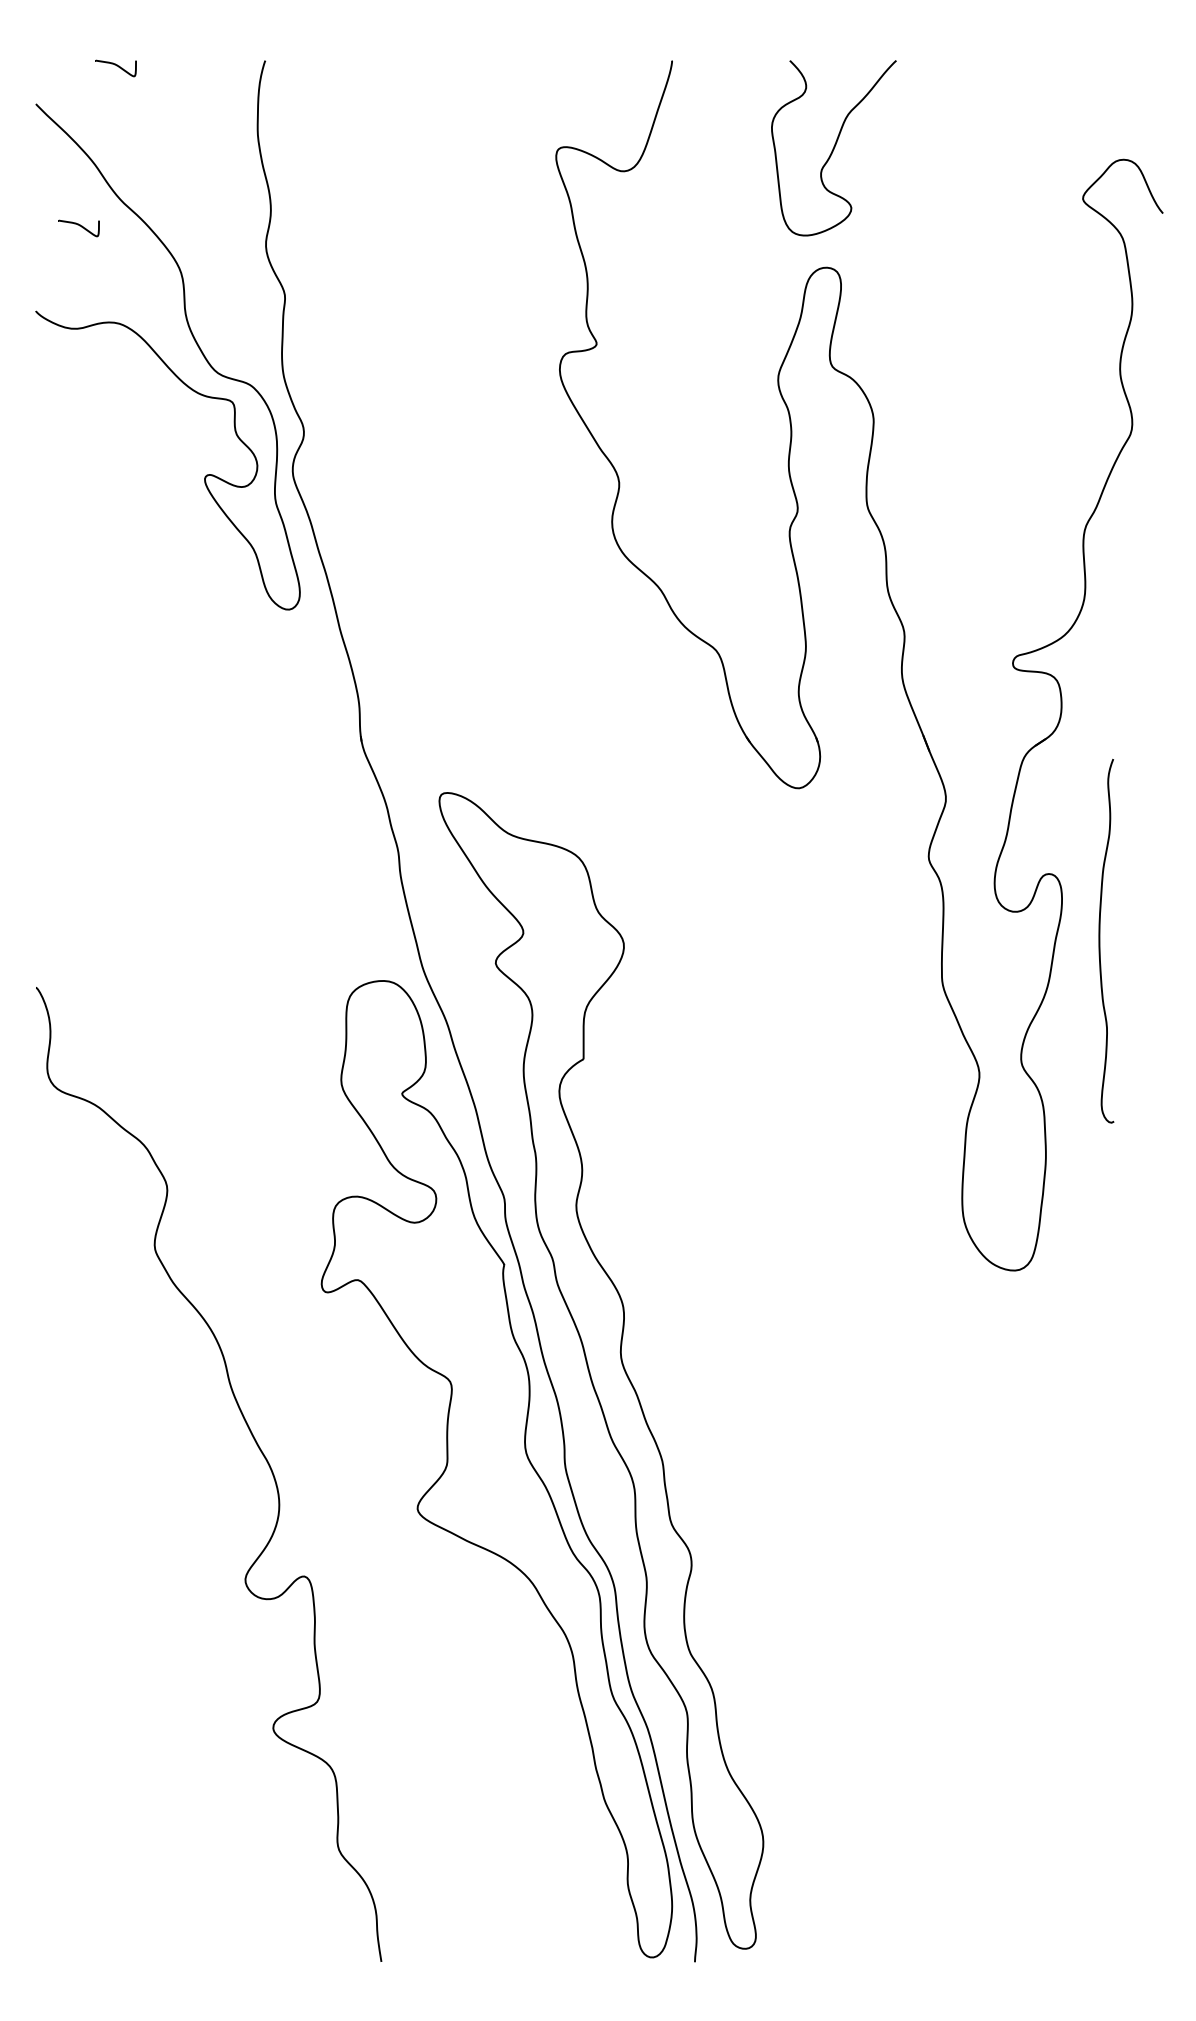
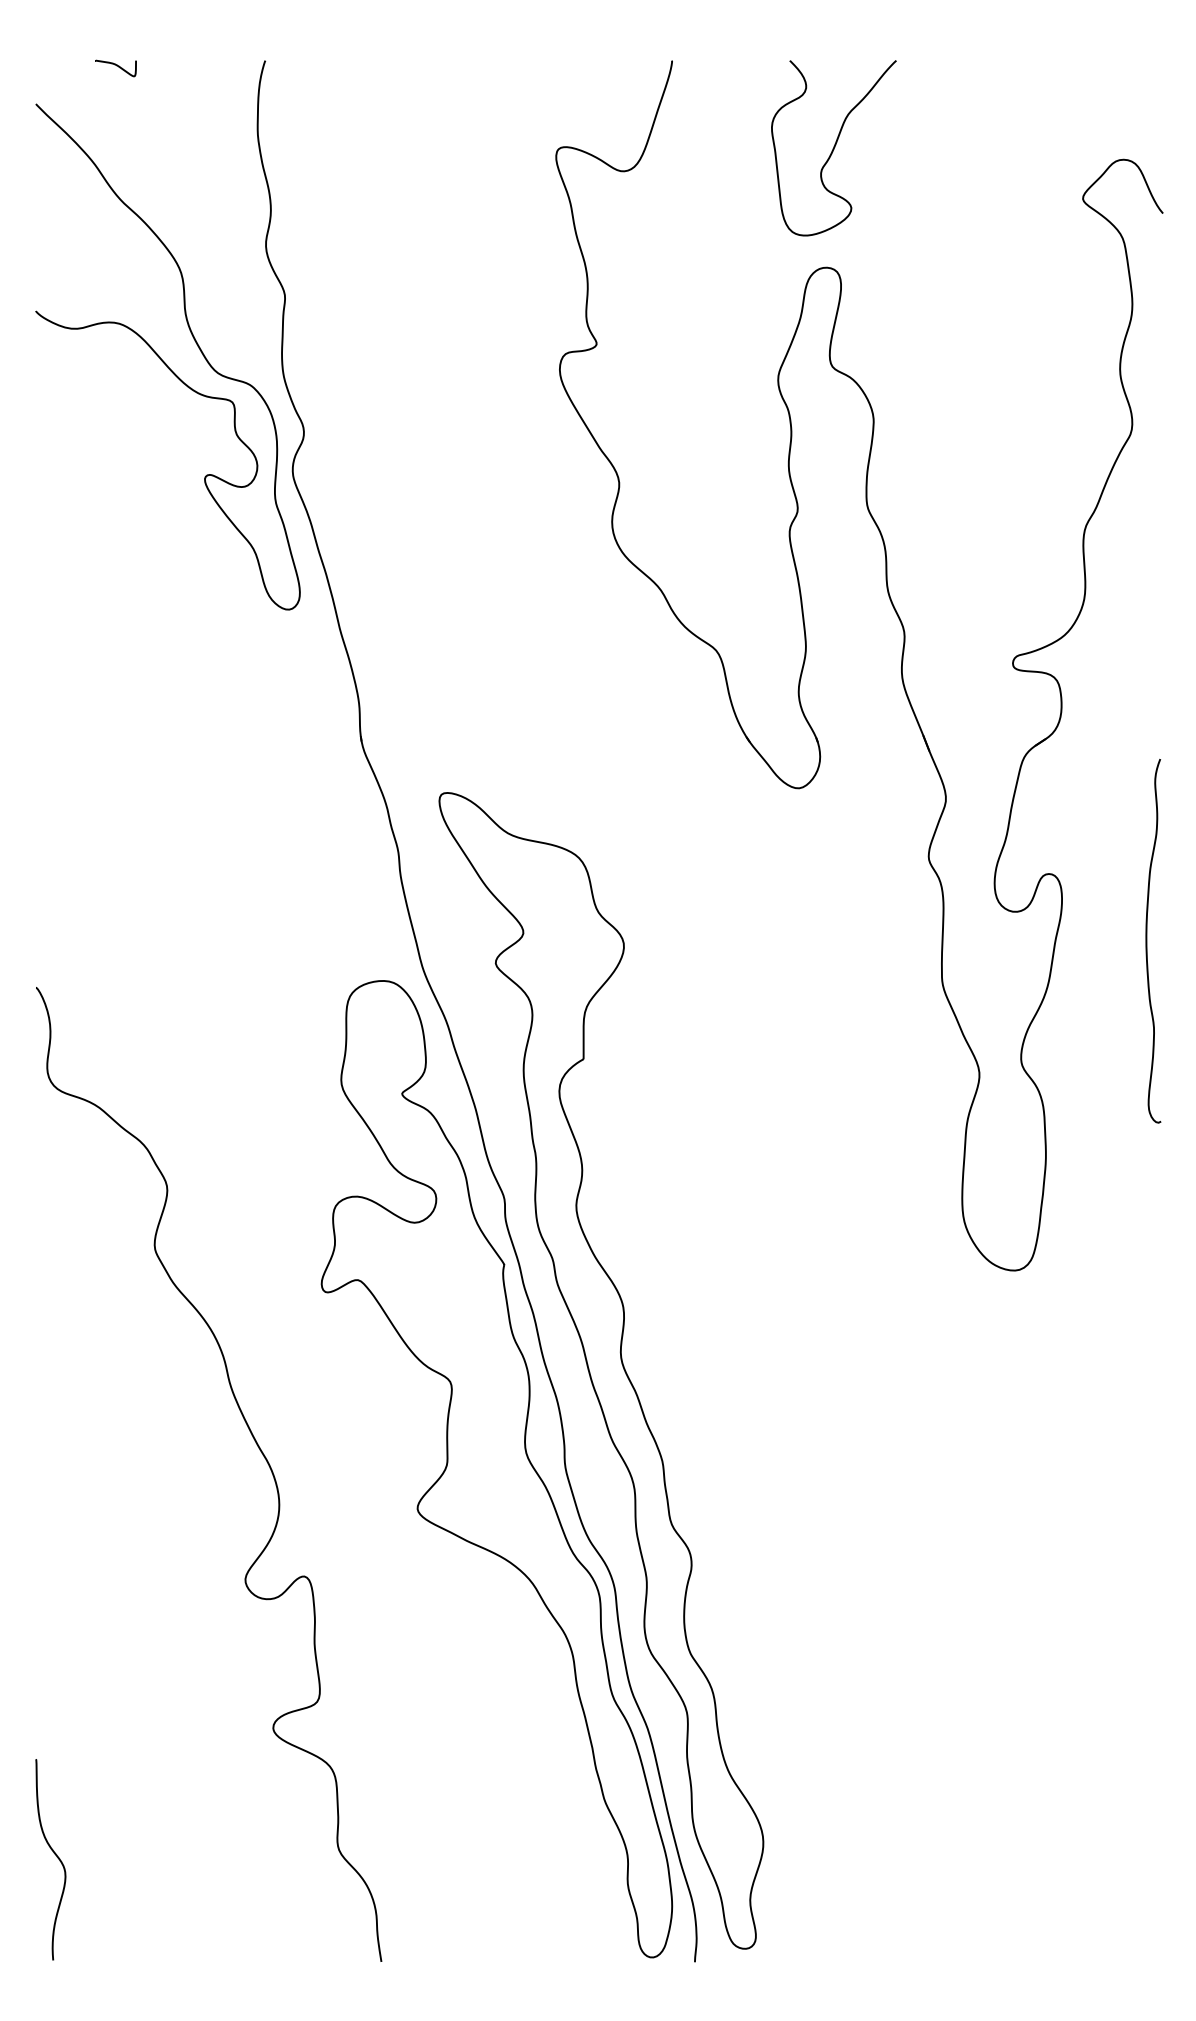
part at (78, 228): present -> none
curve at (1100, 941) position: (1100, 941) -> (1147, 941)
curve at (54, 1854): none -> present
